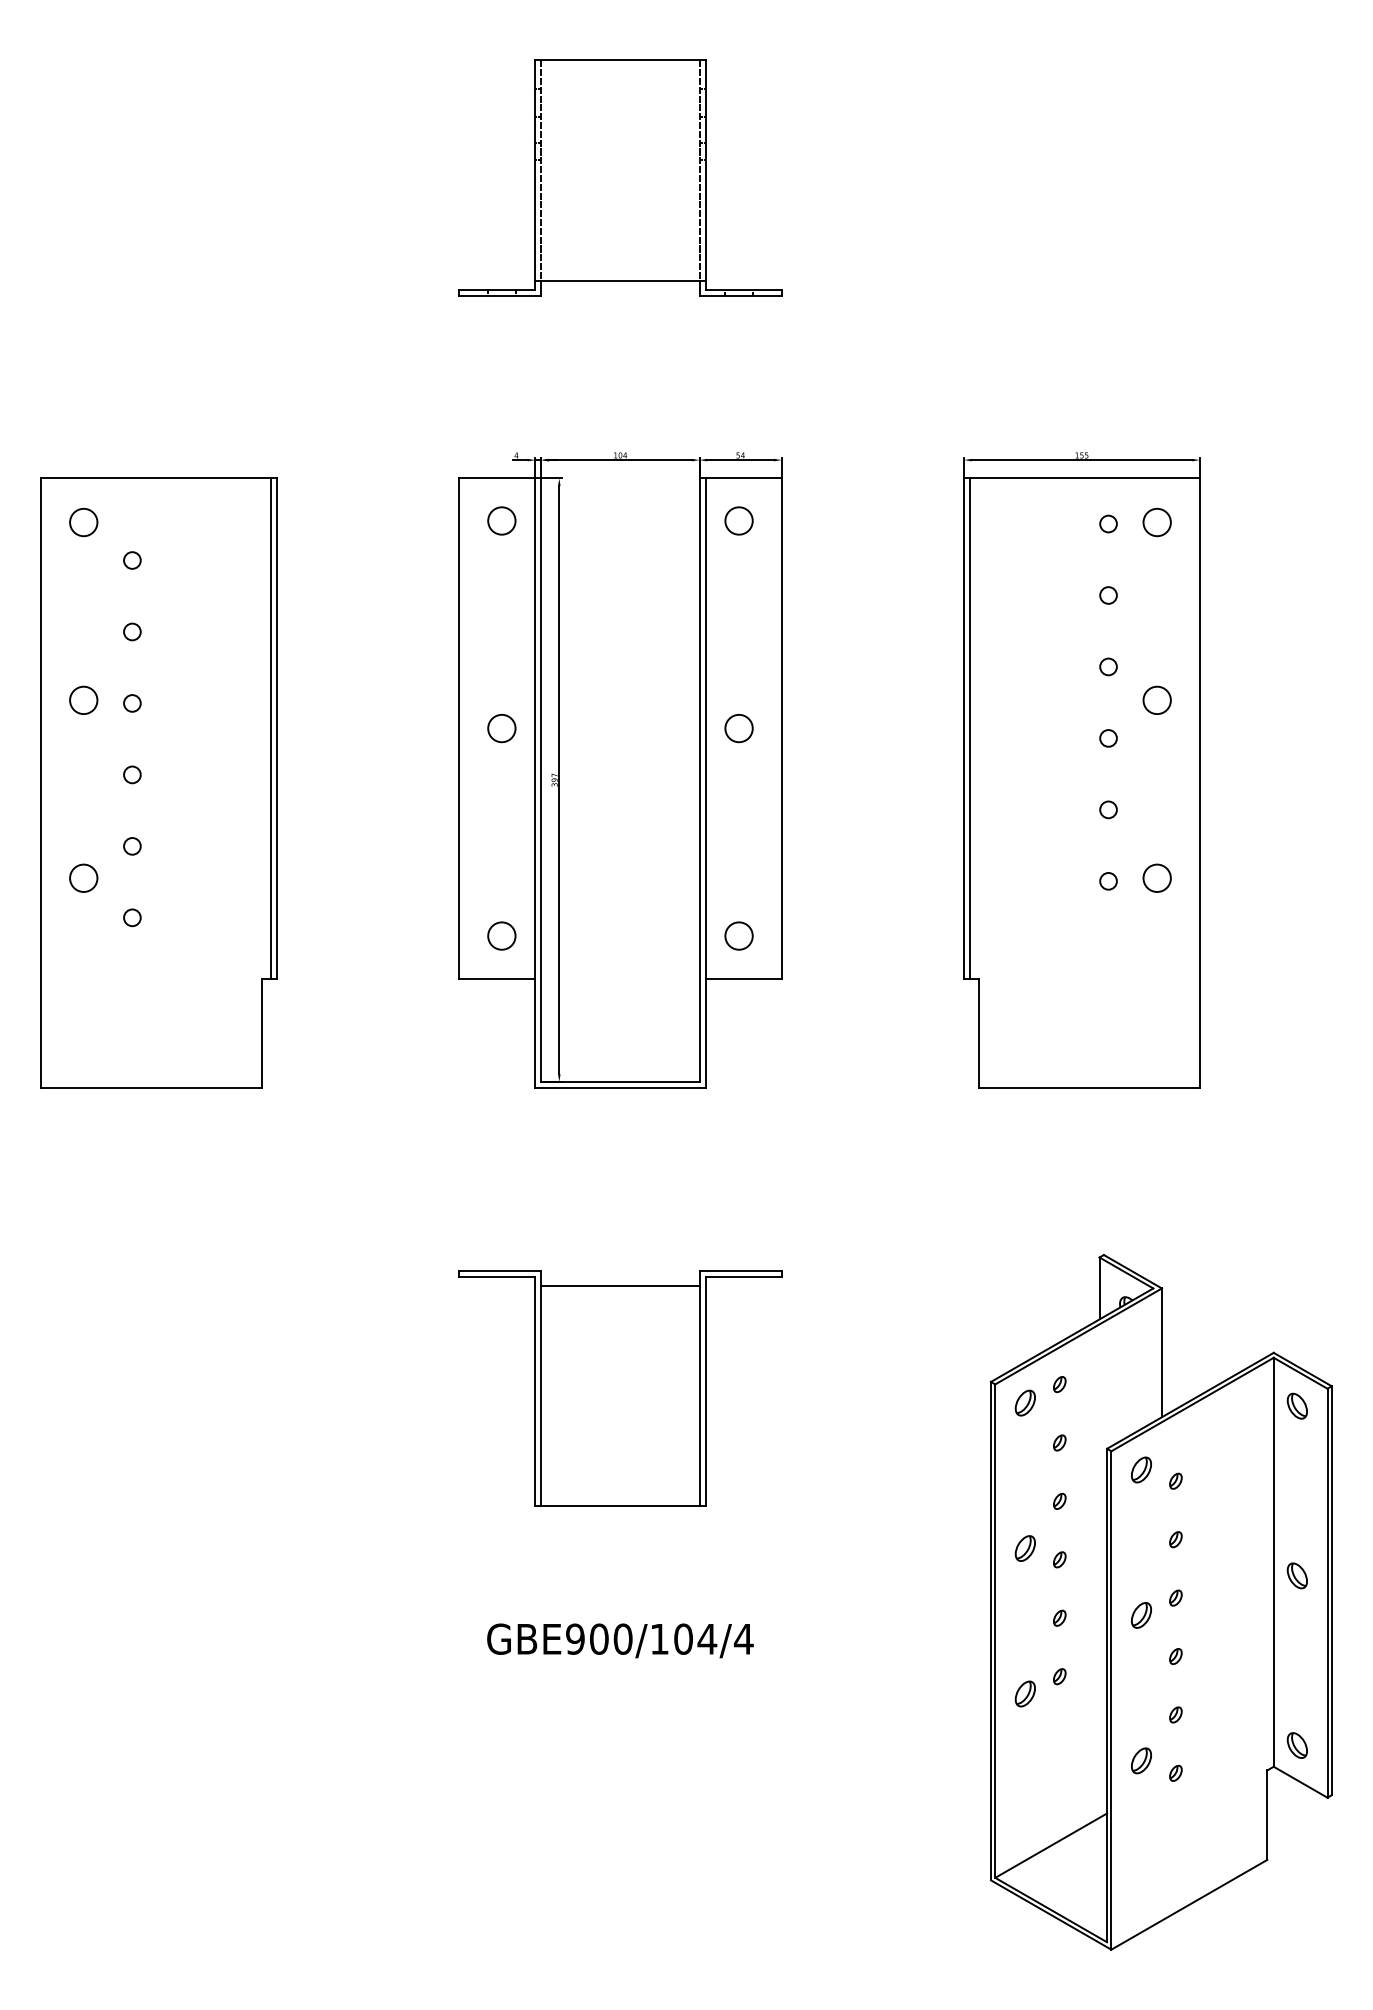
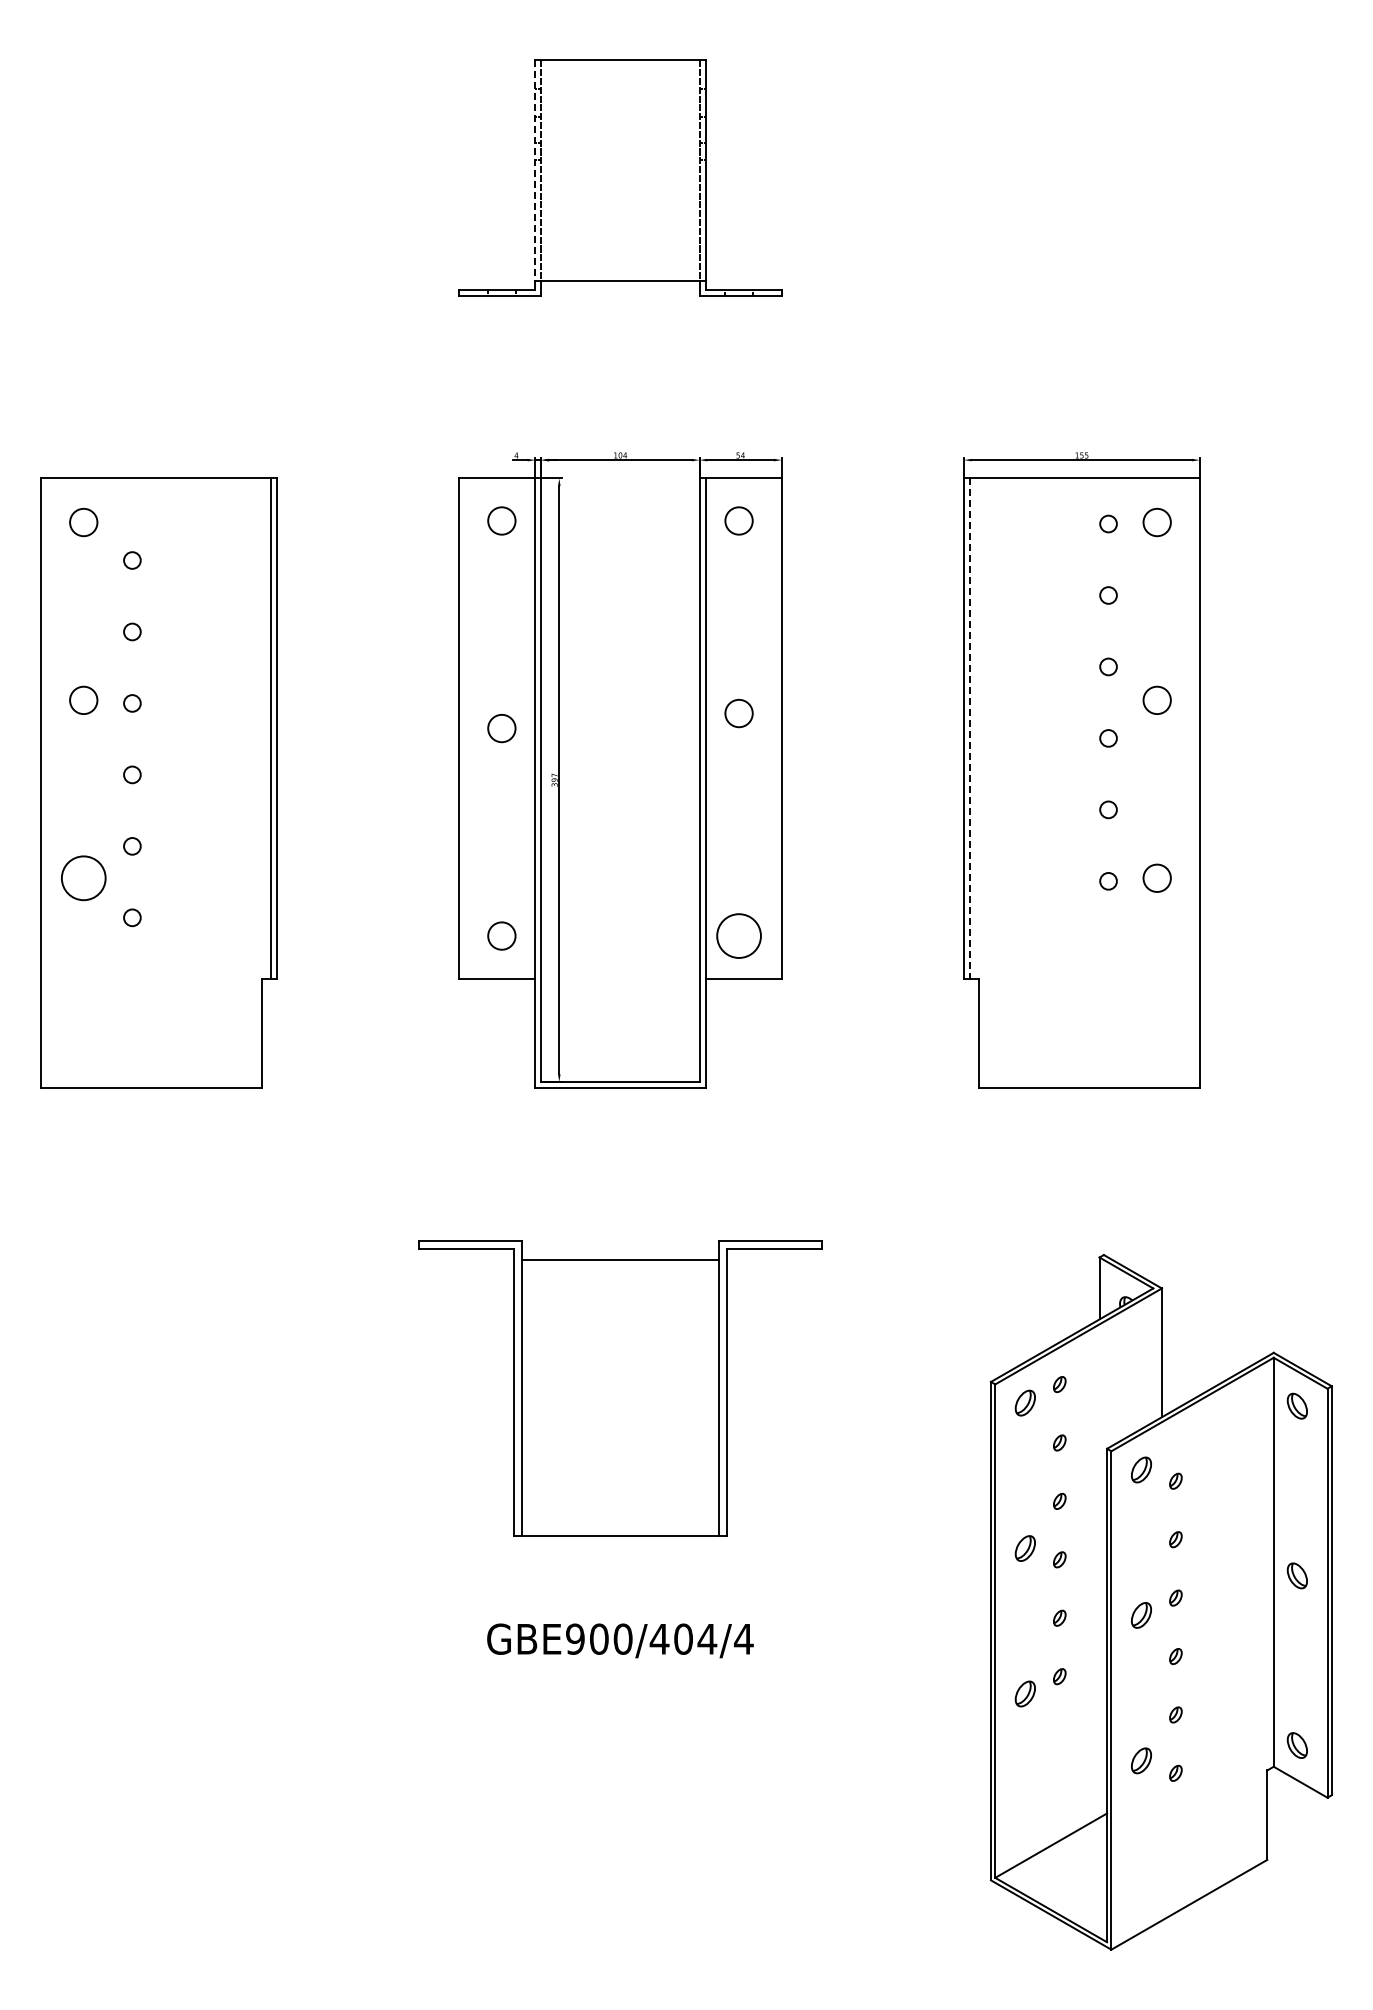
line at (535, 171): solid -> dashed
circle at (738, 728) position: (738, 728) -> (738, 713)
line at (970, 729): solid -> dashed
circle at (83, 877) diameter: 27 px -> 44 px
circle at (738, 935) diameter: 27 px -> 44 px
part at (620, 1388) size: 325x237 px -> 405x297 px
text at (659, 1639): GBE900/104/4 -> GBE900/404/4
